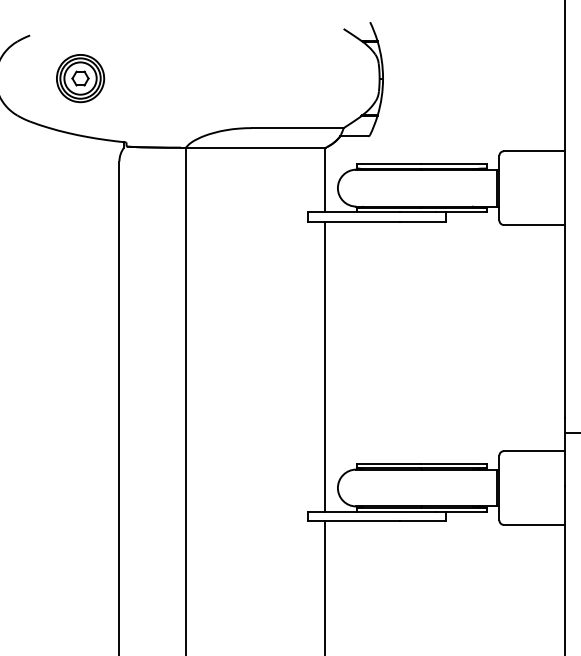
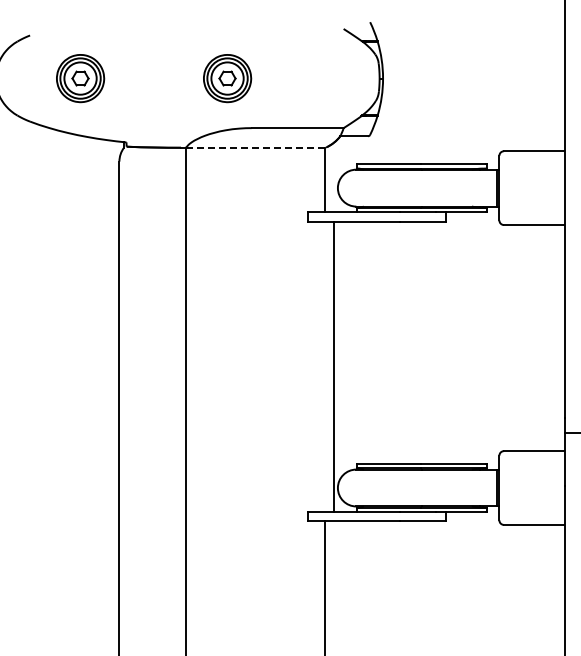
part at (227, 78): none -> present
line at (256, 147): solid -> dashed
line at (325, 366) position: (325, 366) -> (334, 366)
